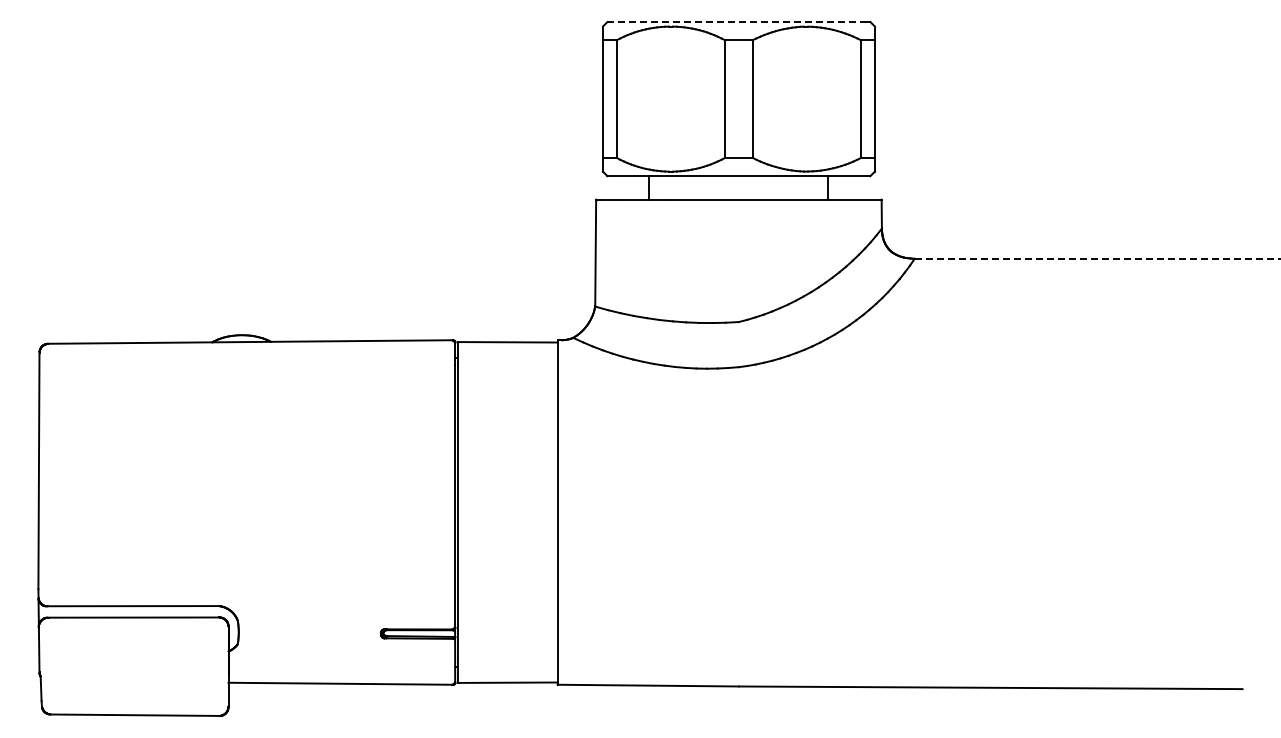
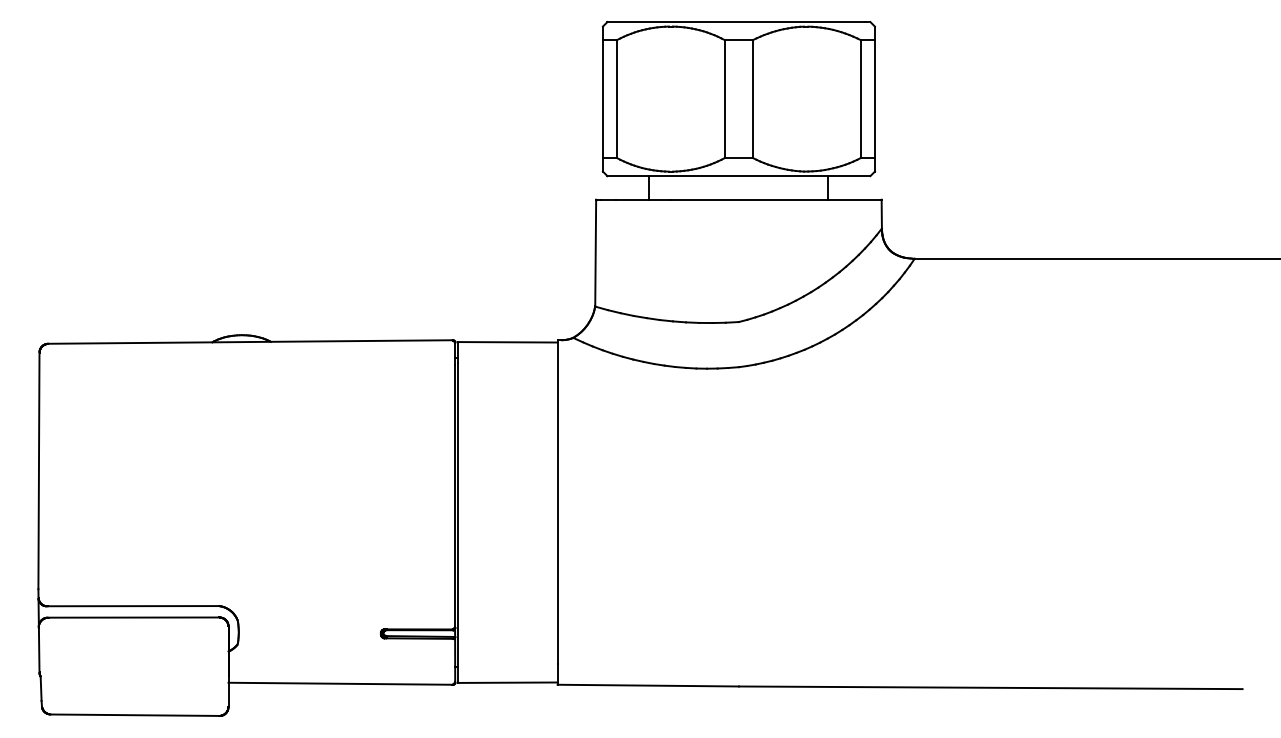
line at (736, 22): dashed -> solid
line at (1097, 258): dashed -> solid
